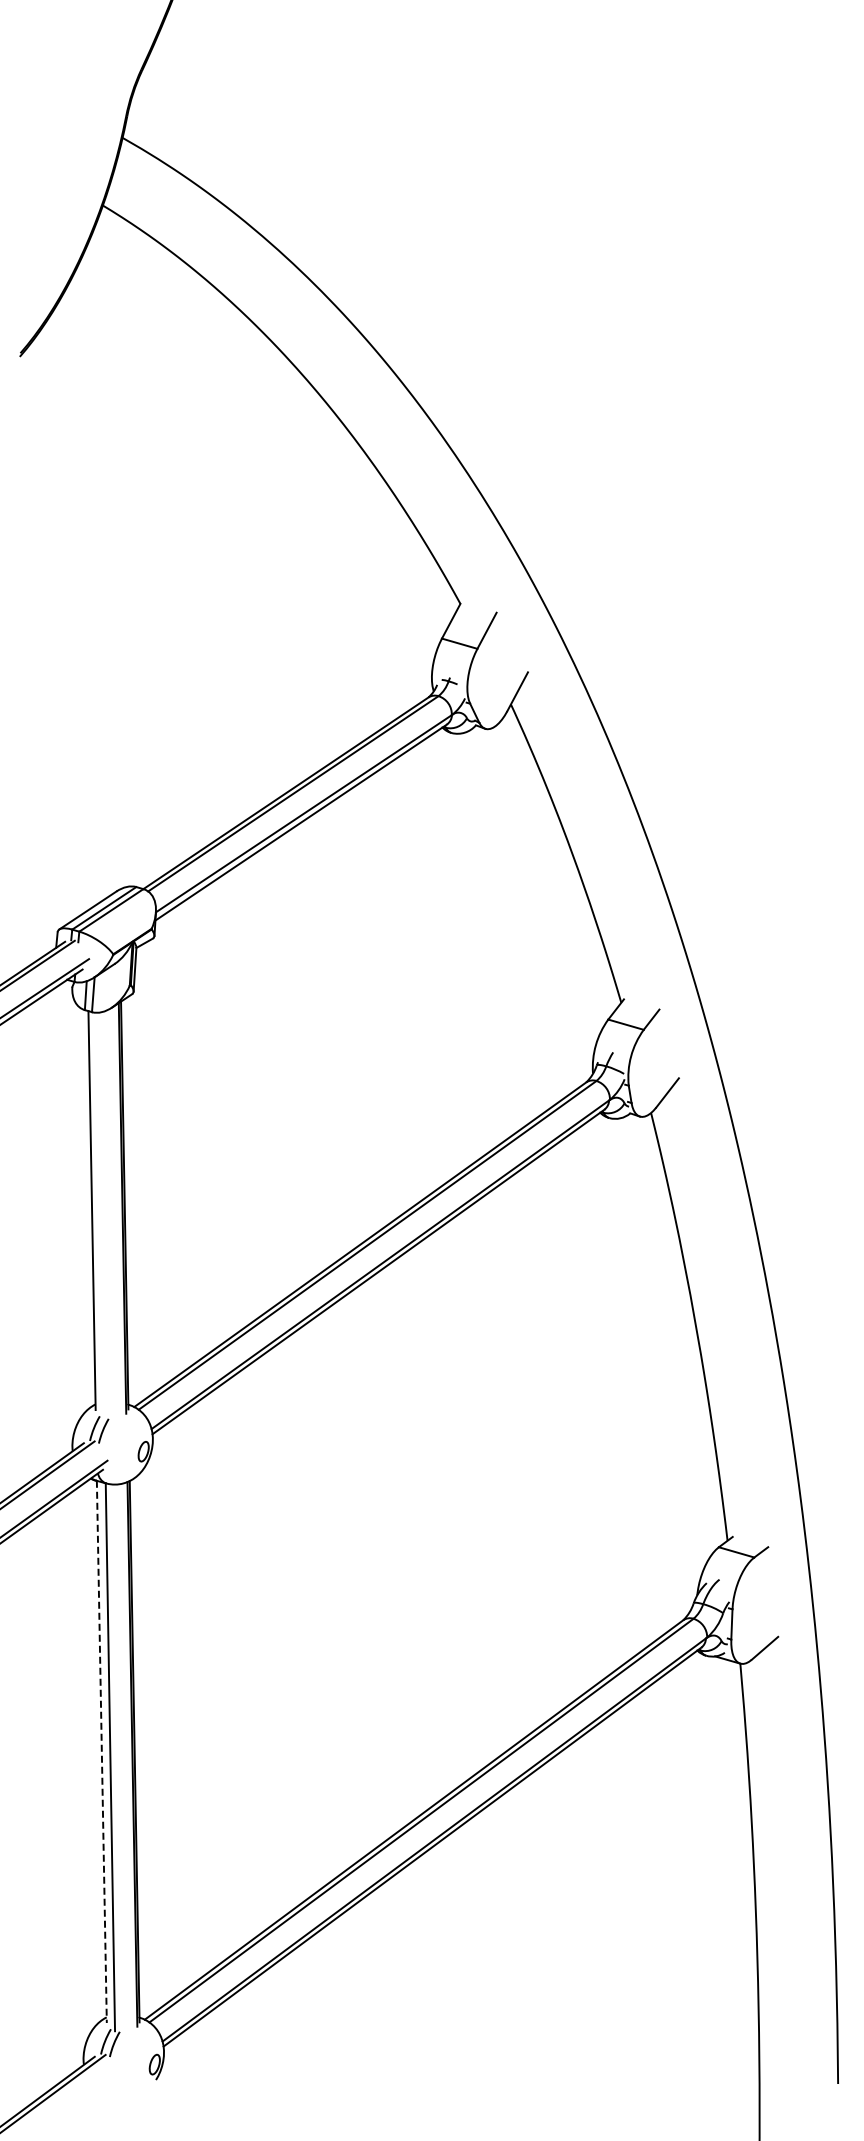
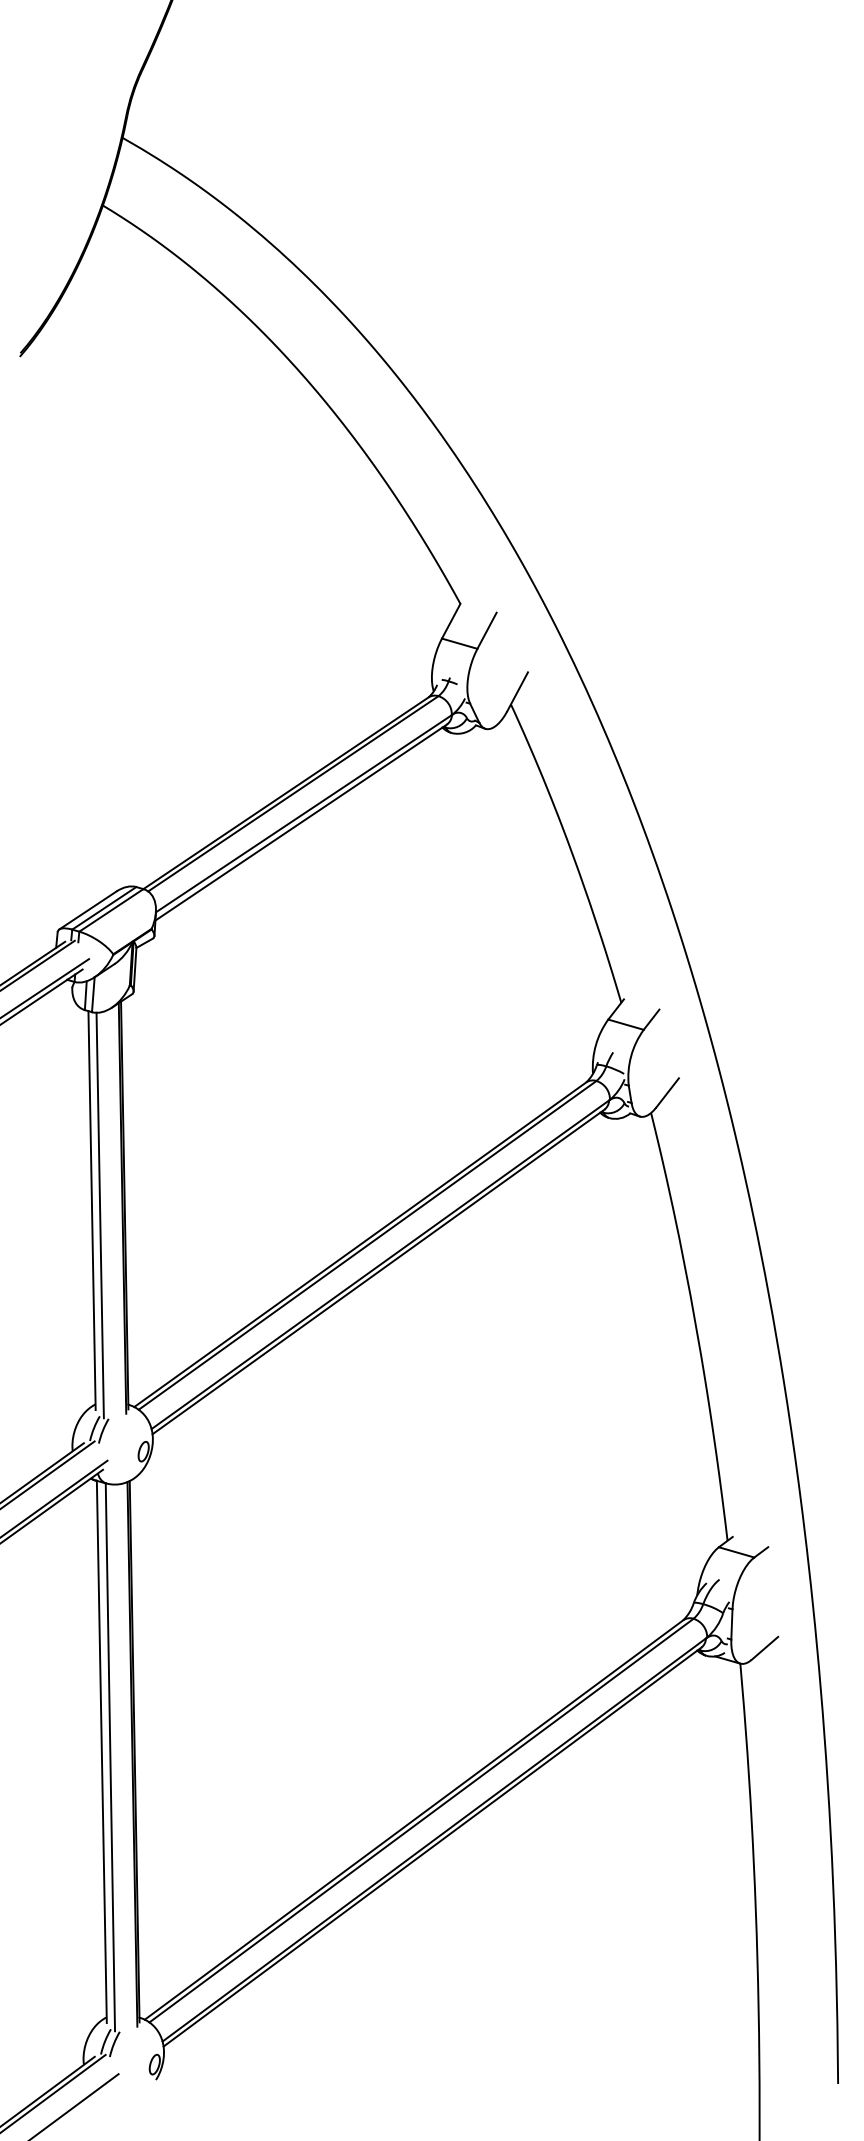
line at (99, 1215): none -> present
line at (101, 1752): dashed -> solid
line at (75, 2105): none -> present
